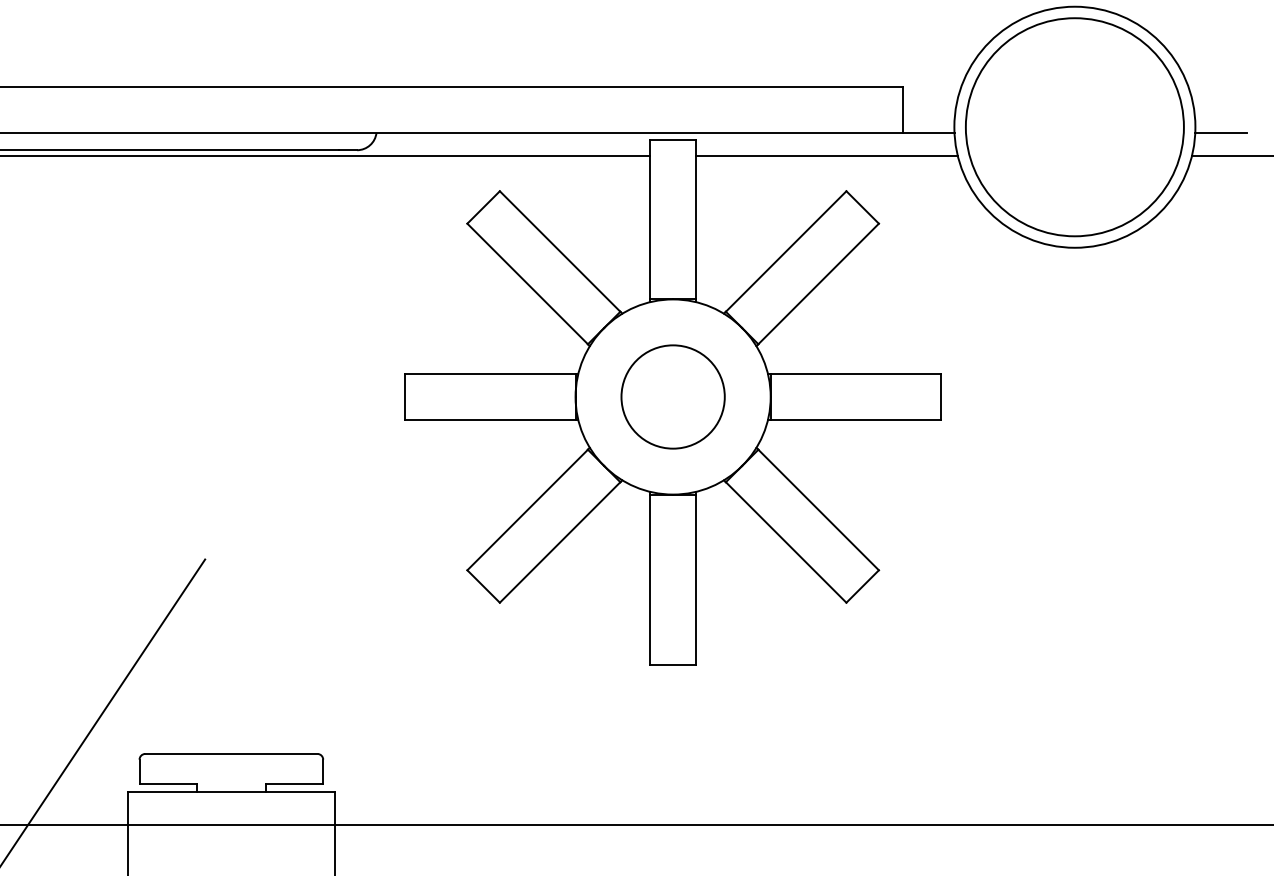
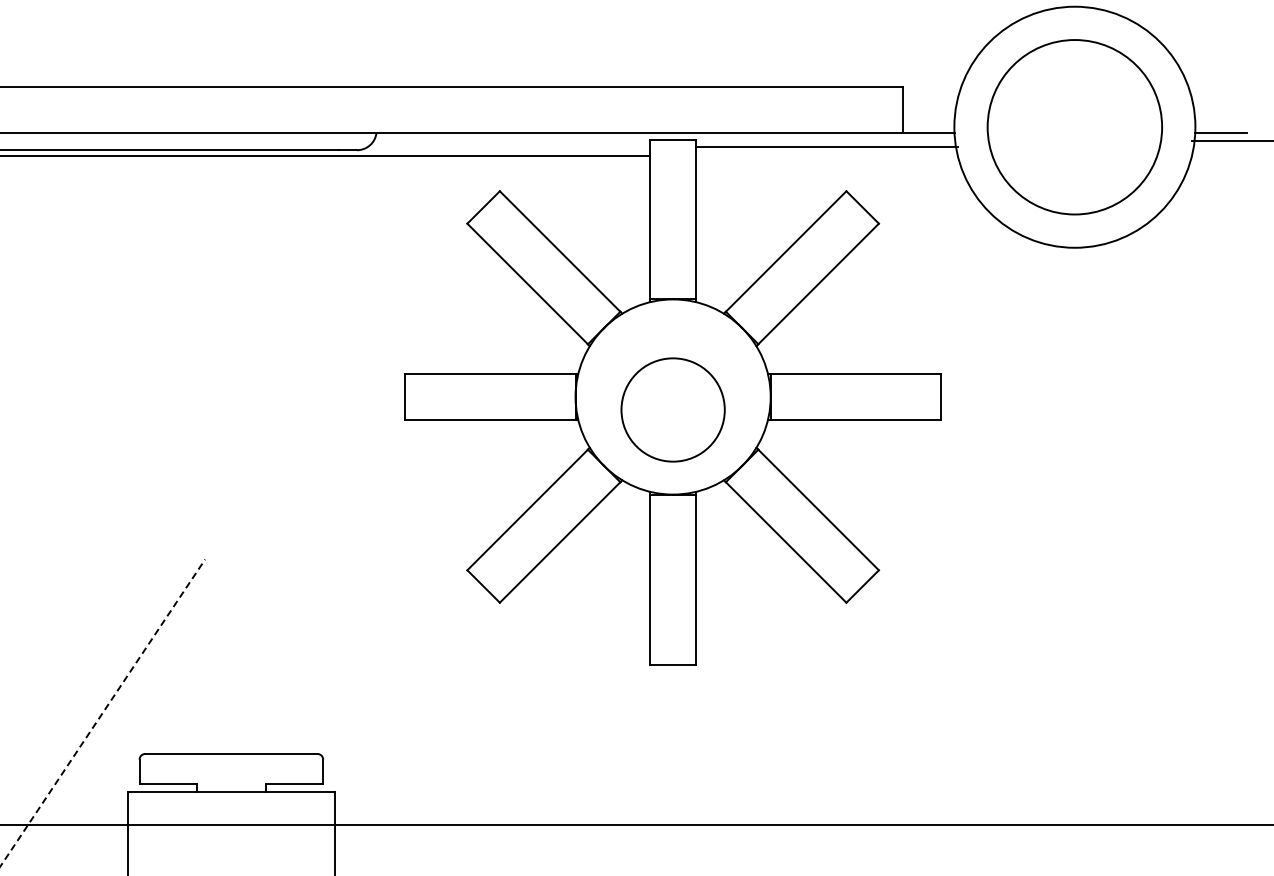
circle at (1074, 127) diameter: 218 px -> 174 px
line at (826, 155) position: (826, 155) -> (826, 146)
line at (1230, 155) position: (1230, 155) -> (1230, 140)
circle at (672, 396) position: (672, 396) -> (672, 409)
line at (103, 712): solid -> dashed
